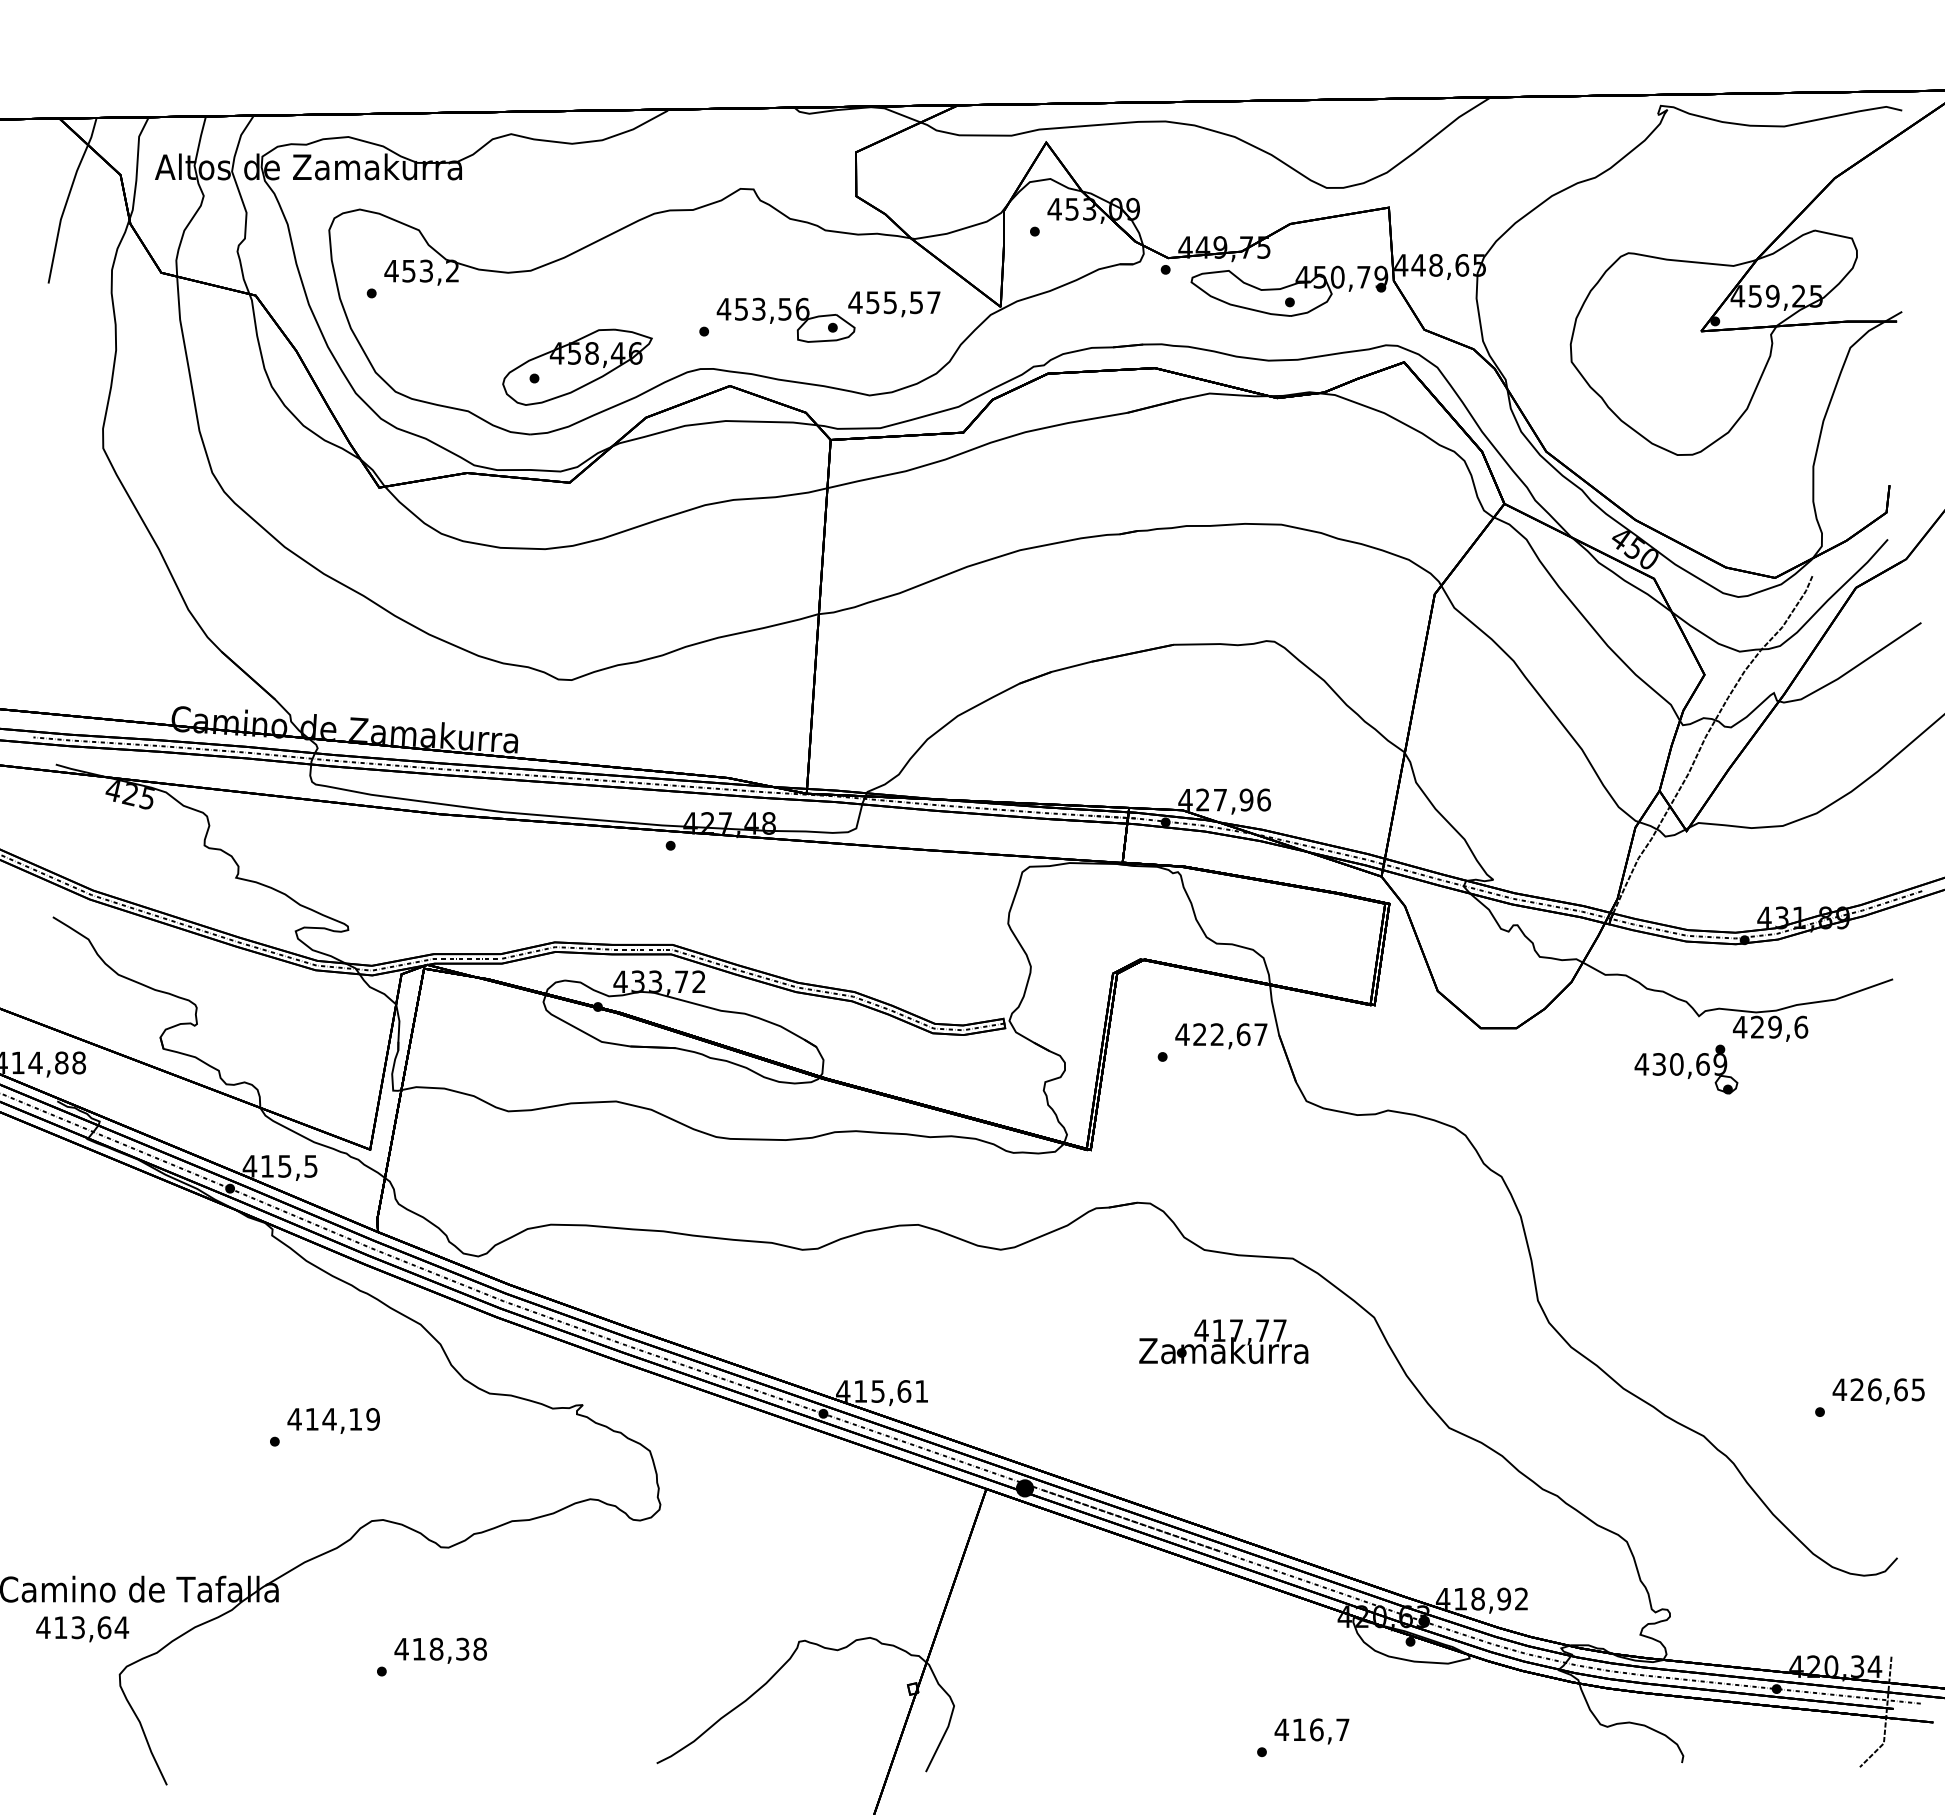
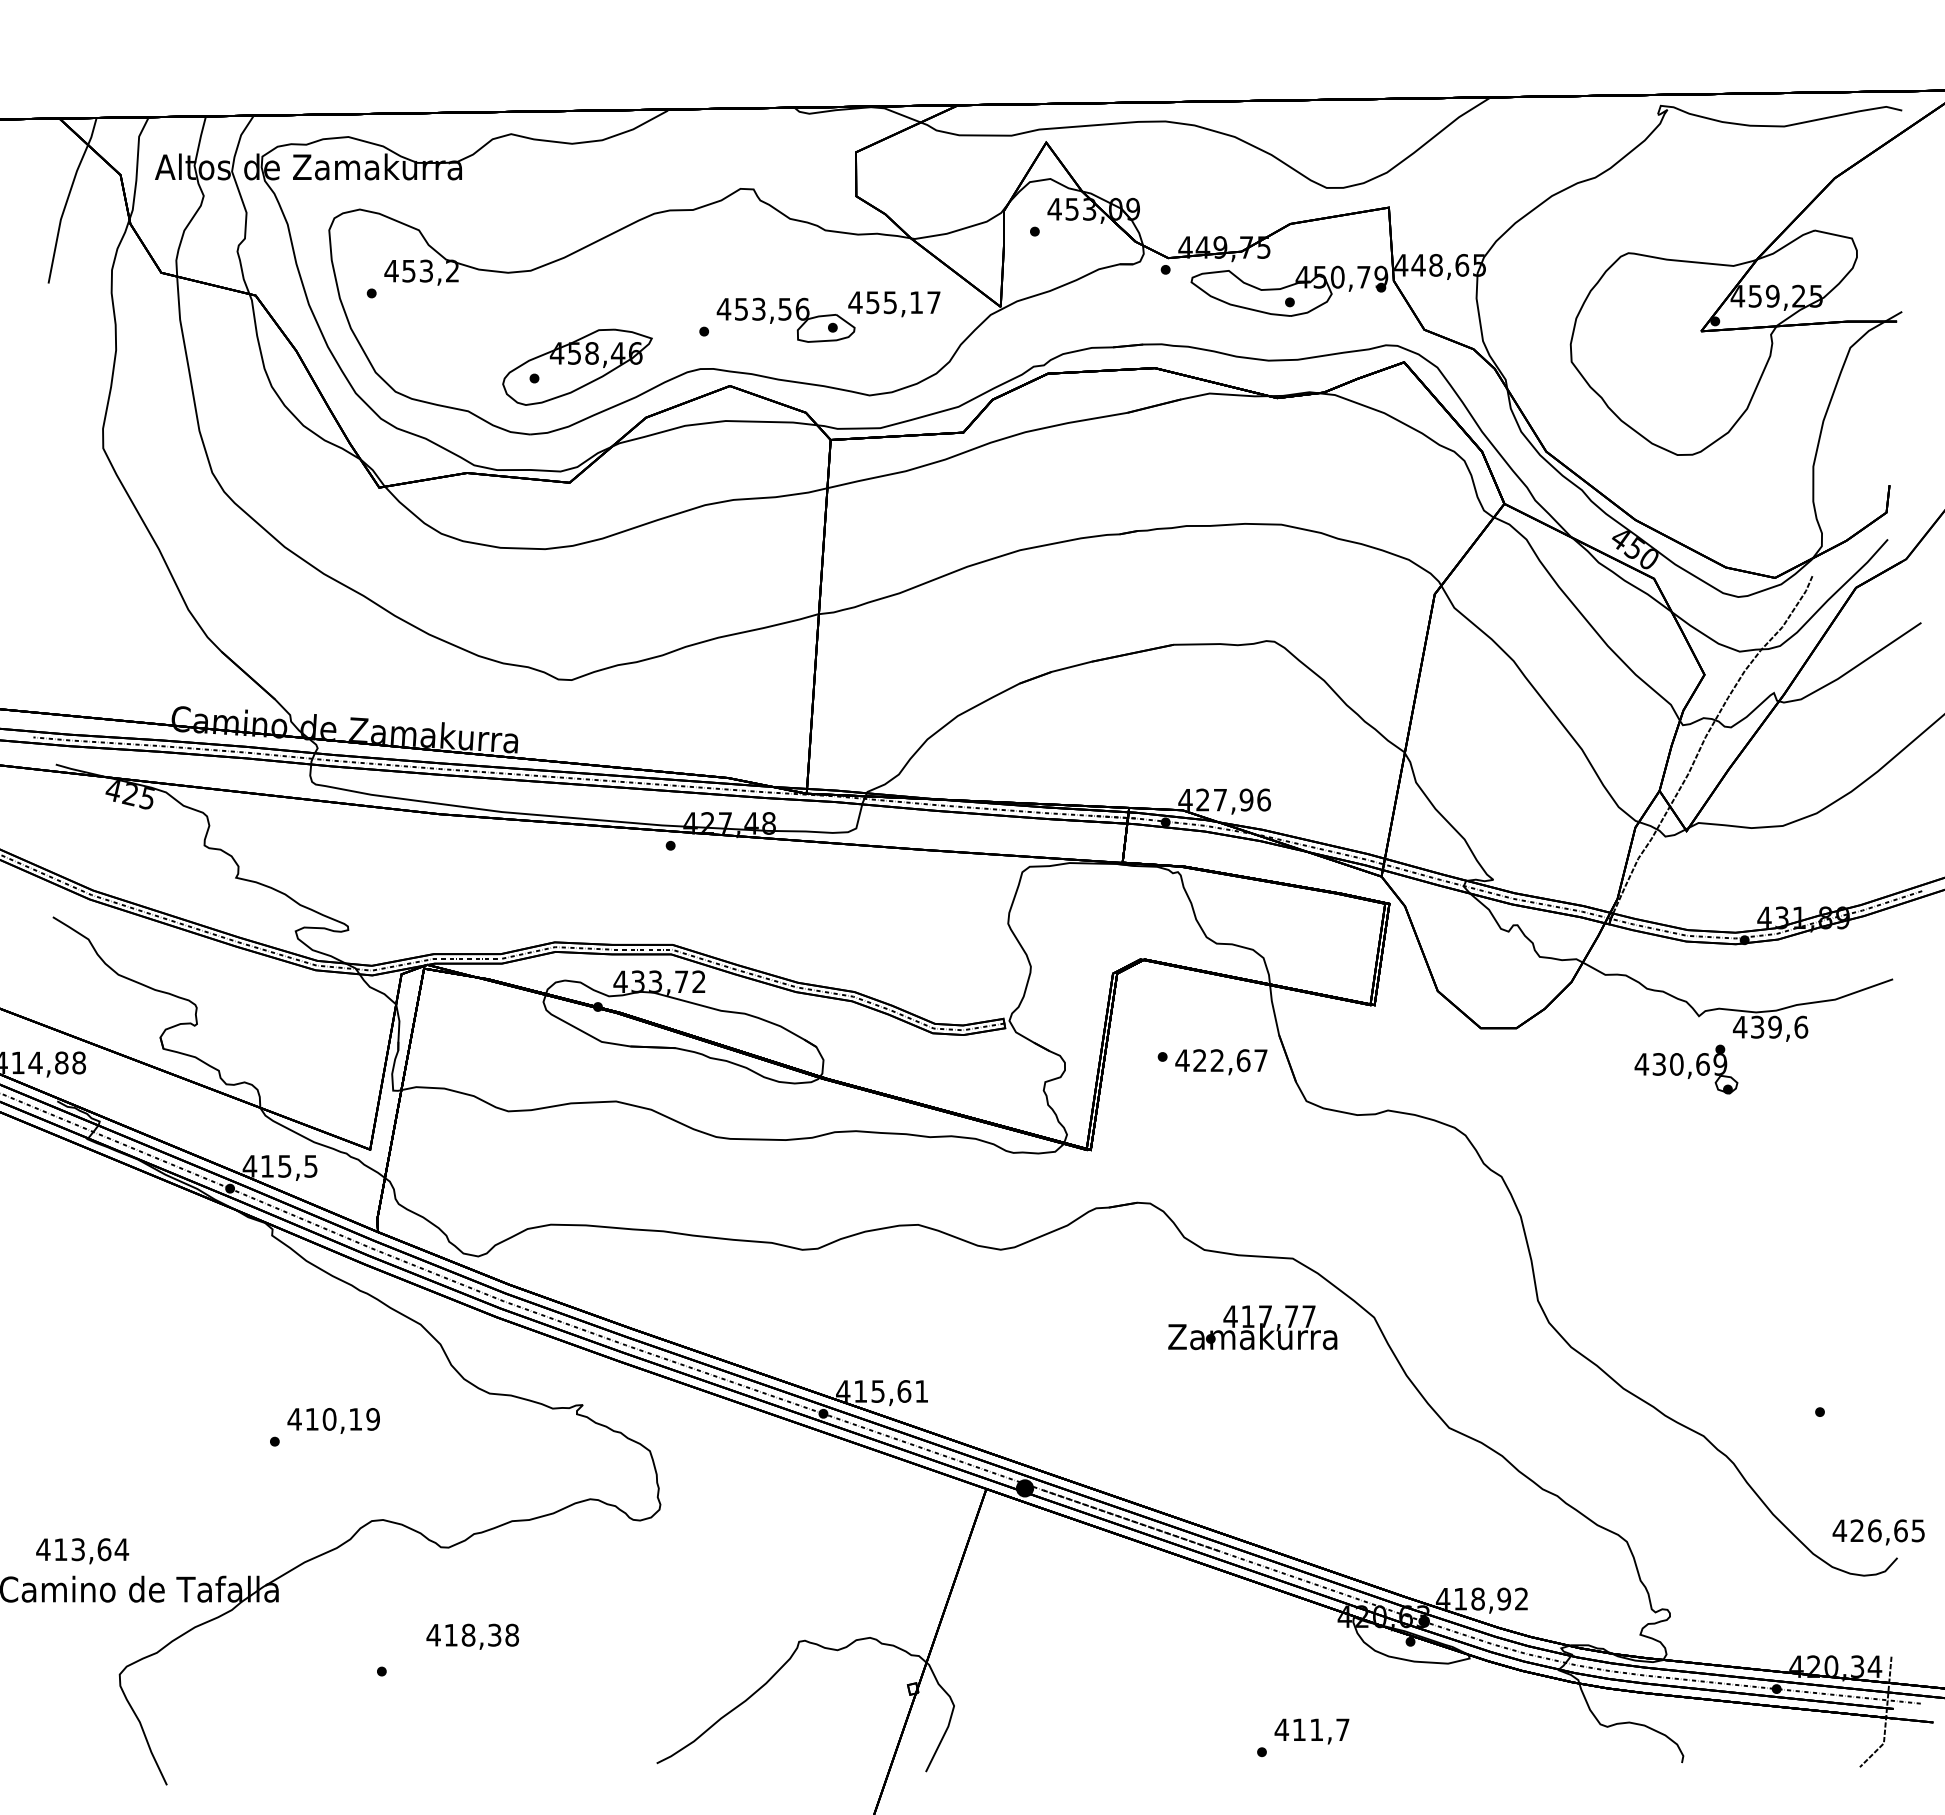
text at (916, 302): 455,57 -> 455,17
text at (1757, 1027): 429,6 -> 439,6
text at (1221, 1036) position: (1221, 1036) -> (1221, 1062)
text at (1223, 1341) position: (1223, 1341) -> (1252, 1327)
text at (1878, 1391) position: (1878, 1391) -> (1878, 1532)
text at (329, 1419): 414,19 -> 410,19
text at (82, 1629) position: (82, 1629) -> (82, 1551)
text at (440, 1650) position: (440, 1650) -> (472, 1636)
text at (1316, 1729): 416,7 -> 411,7
